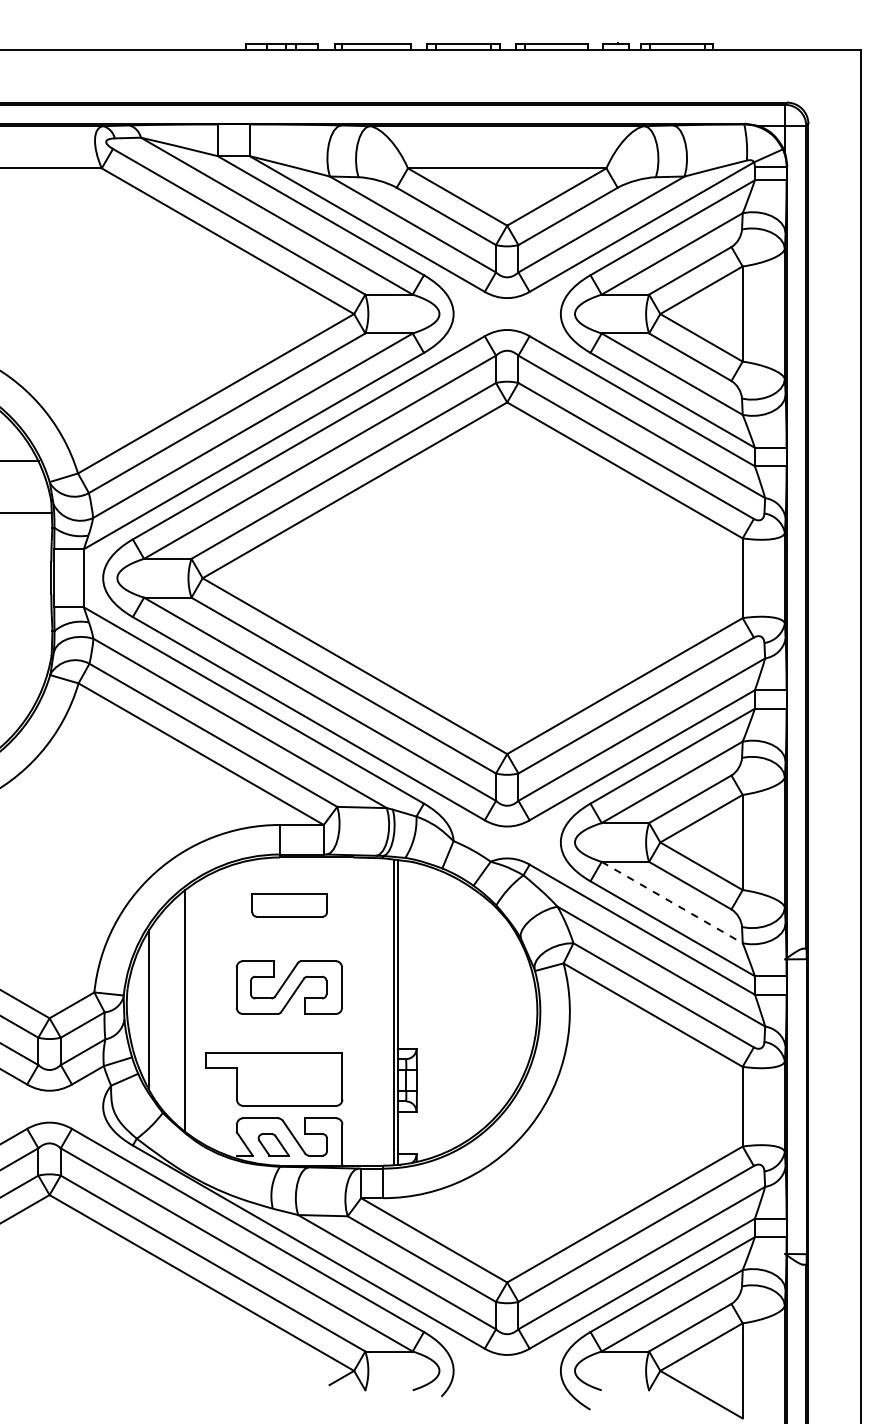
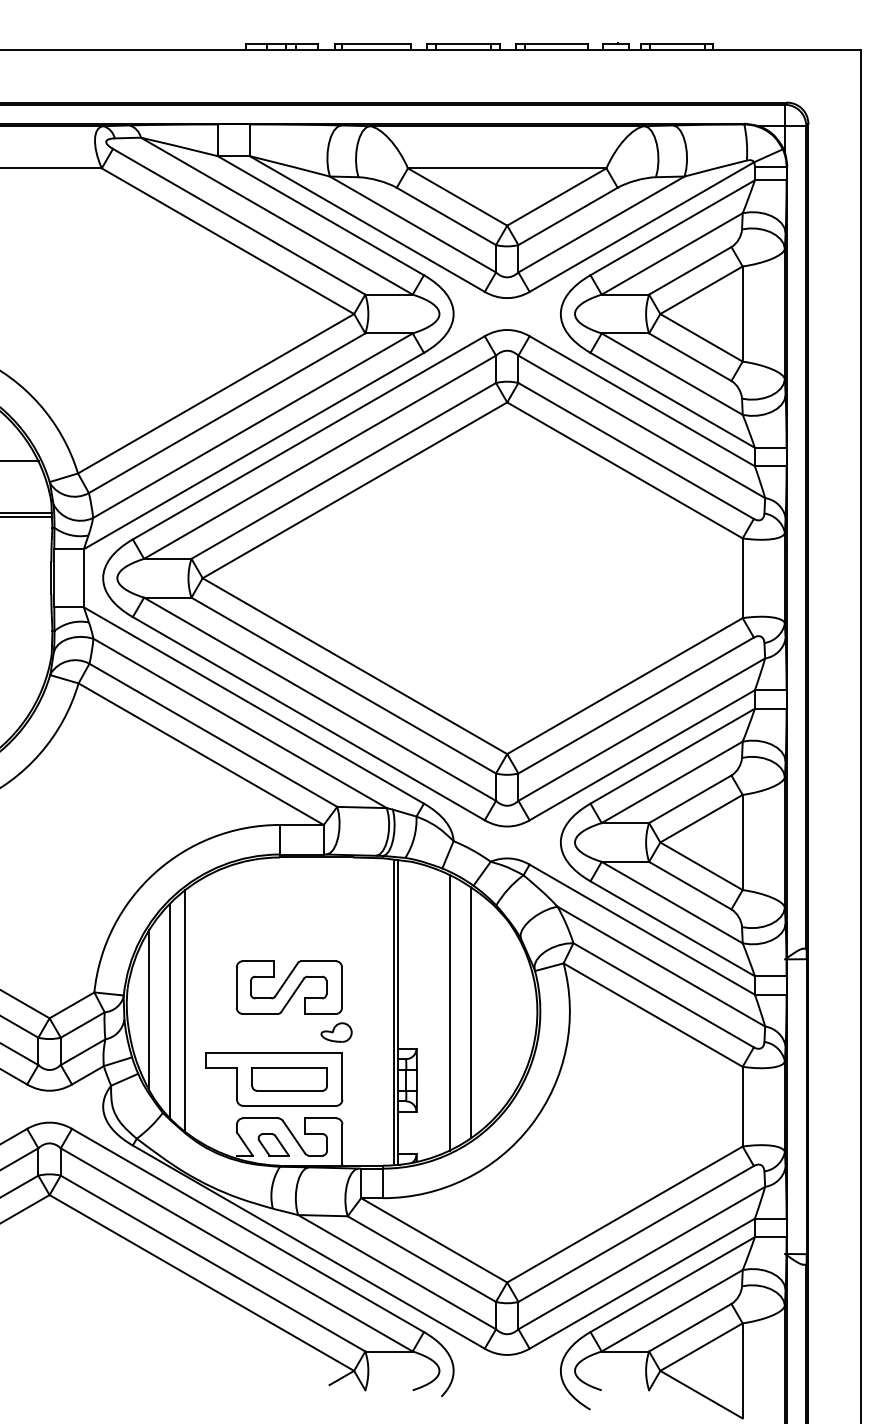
line at (26, 517): none -> present
line at (672, 902): dashed -> solid
part at (289, 905) position: (289, 905) -> (289, 1079)
line at (169, 1010): none -> present
line at (449, 1012): none -> present
line at (470, 1012): none -> present
part at (336, 1032): none -> present
